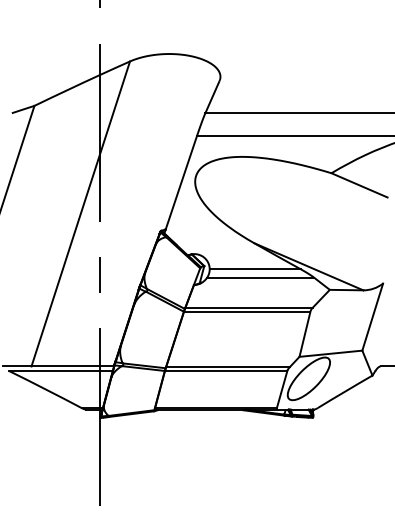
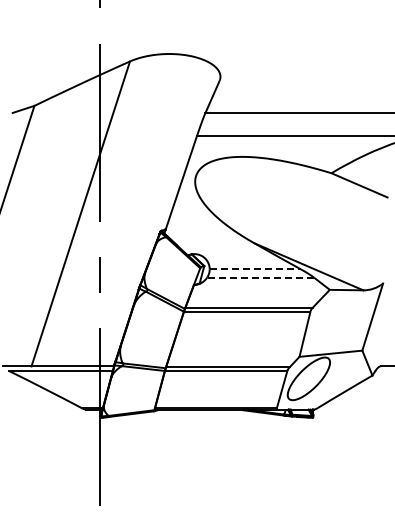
line at (255, 269): solid -> dashed
line at (260, 277): solid -> dashed
